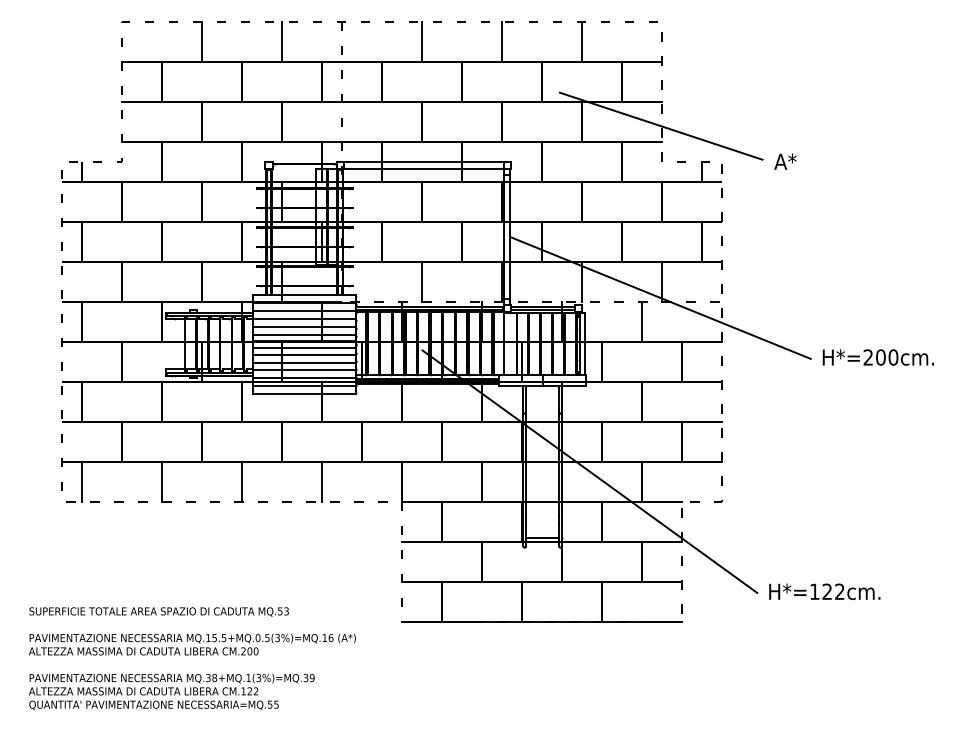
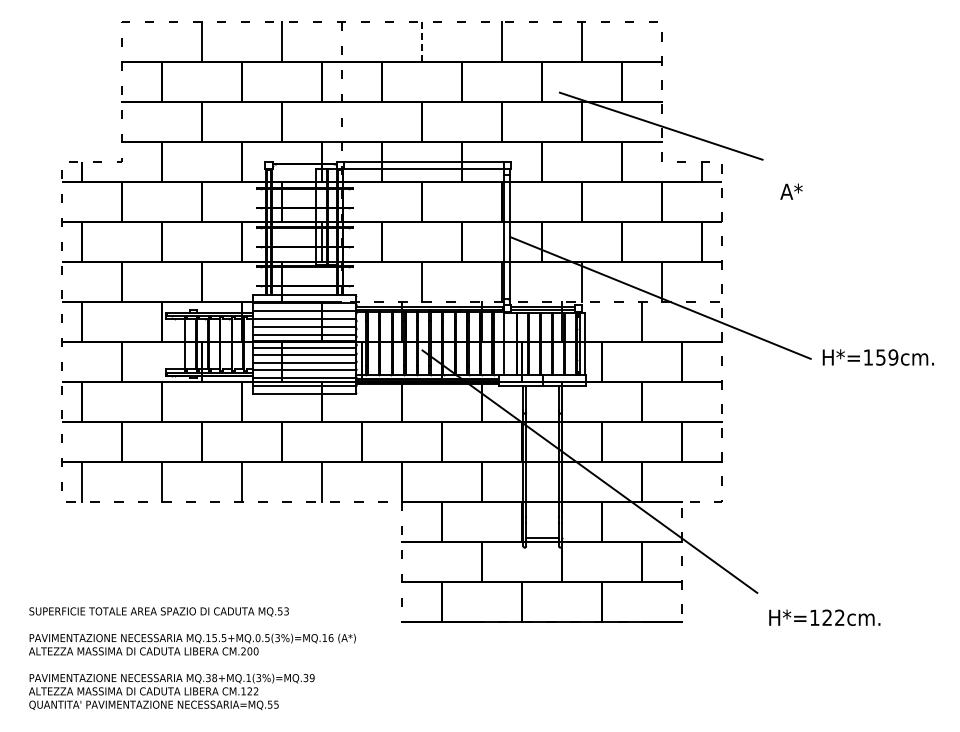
line at (422, 41): solid -> dashed
text at (785, 161) position: (785, 161) -> (791, 191)
text at (880, 357): H*=200cm. -> H*=159cm.
text at (824, 591) position: (824, 591) -> (824, 617)
